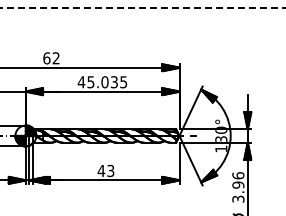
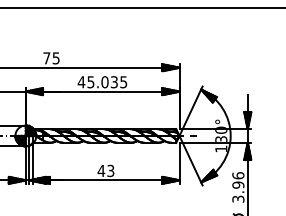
line at (142, 8): dashed -> solid
text at (51, 58): 62 -> 75
